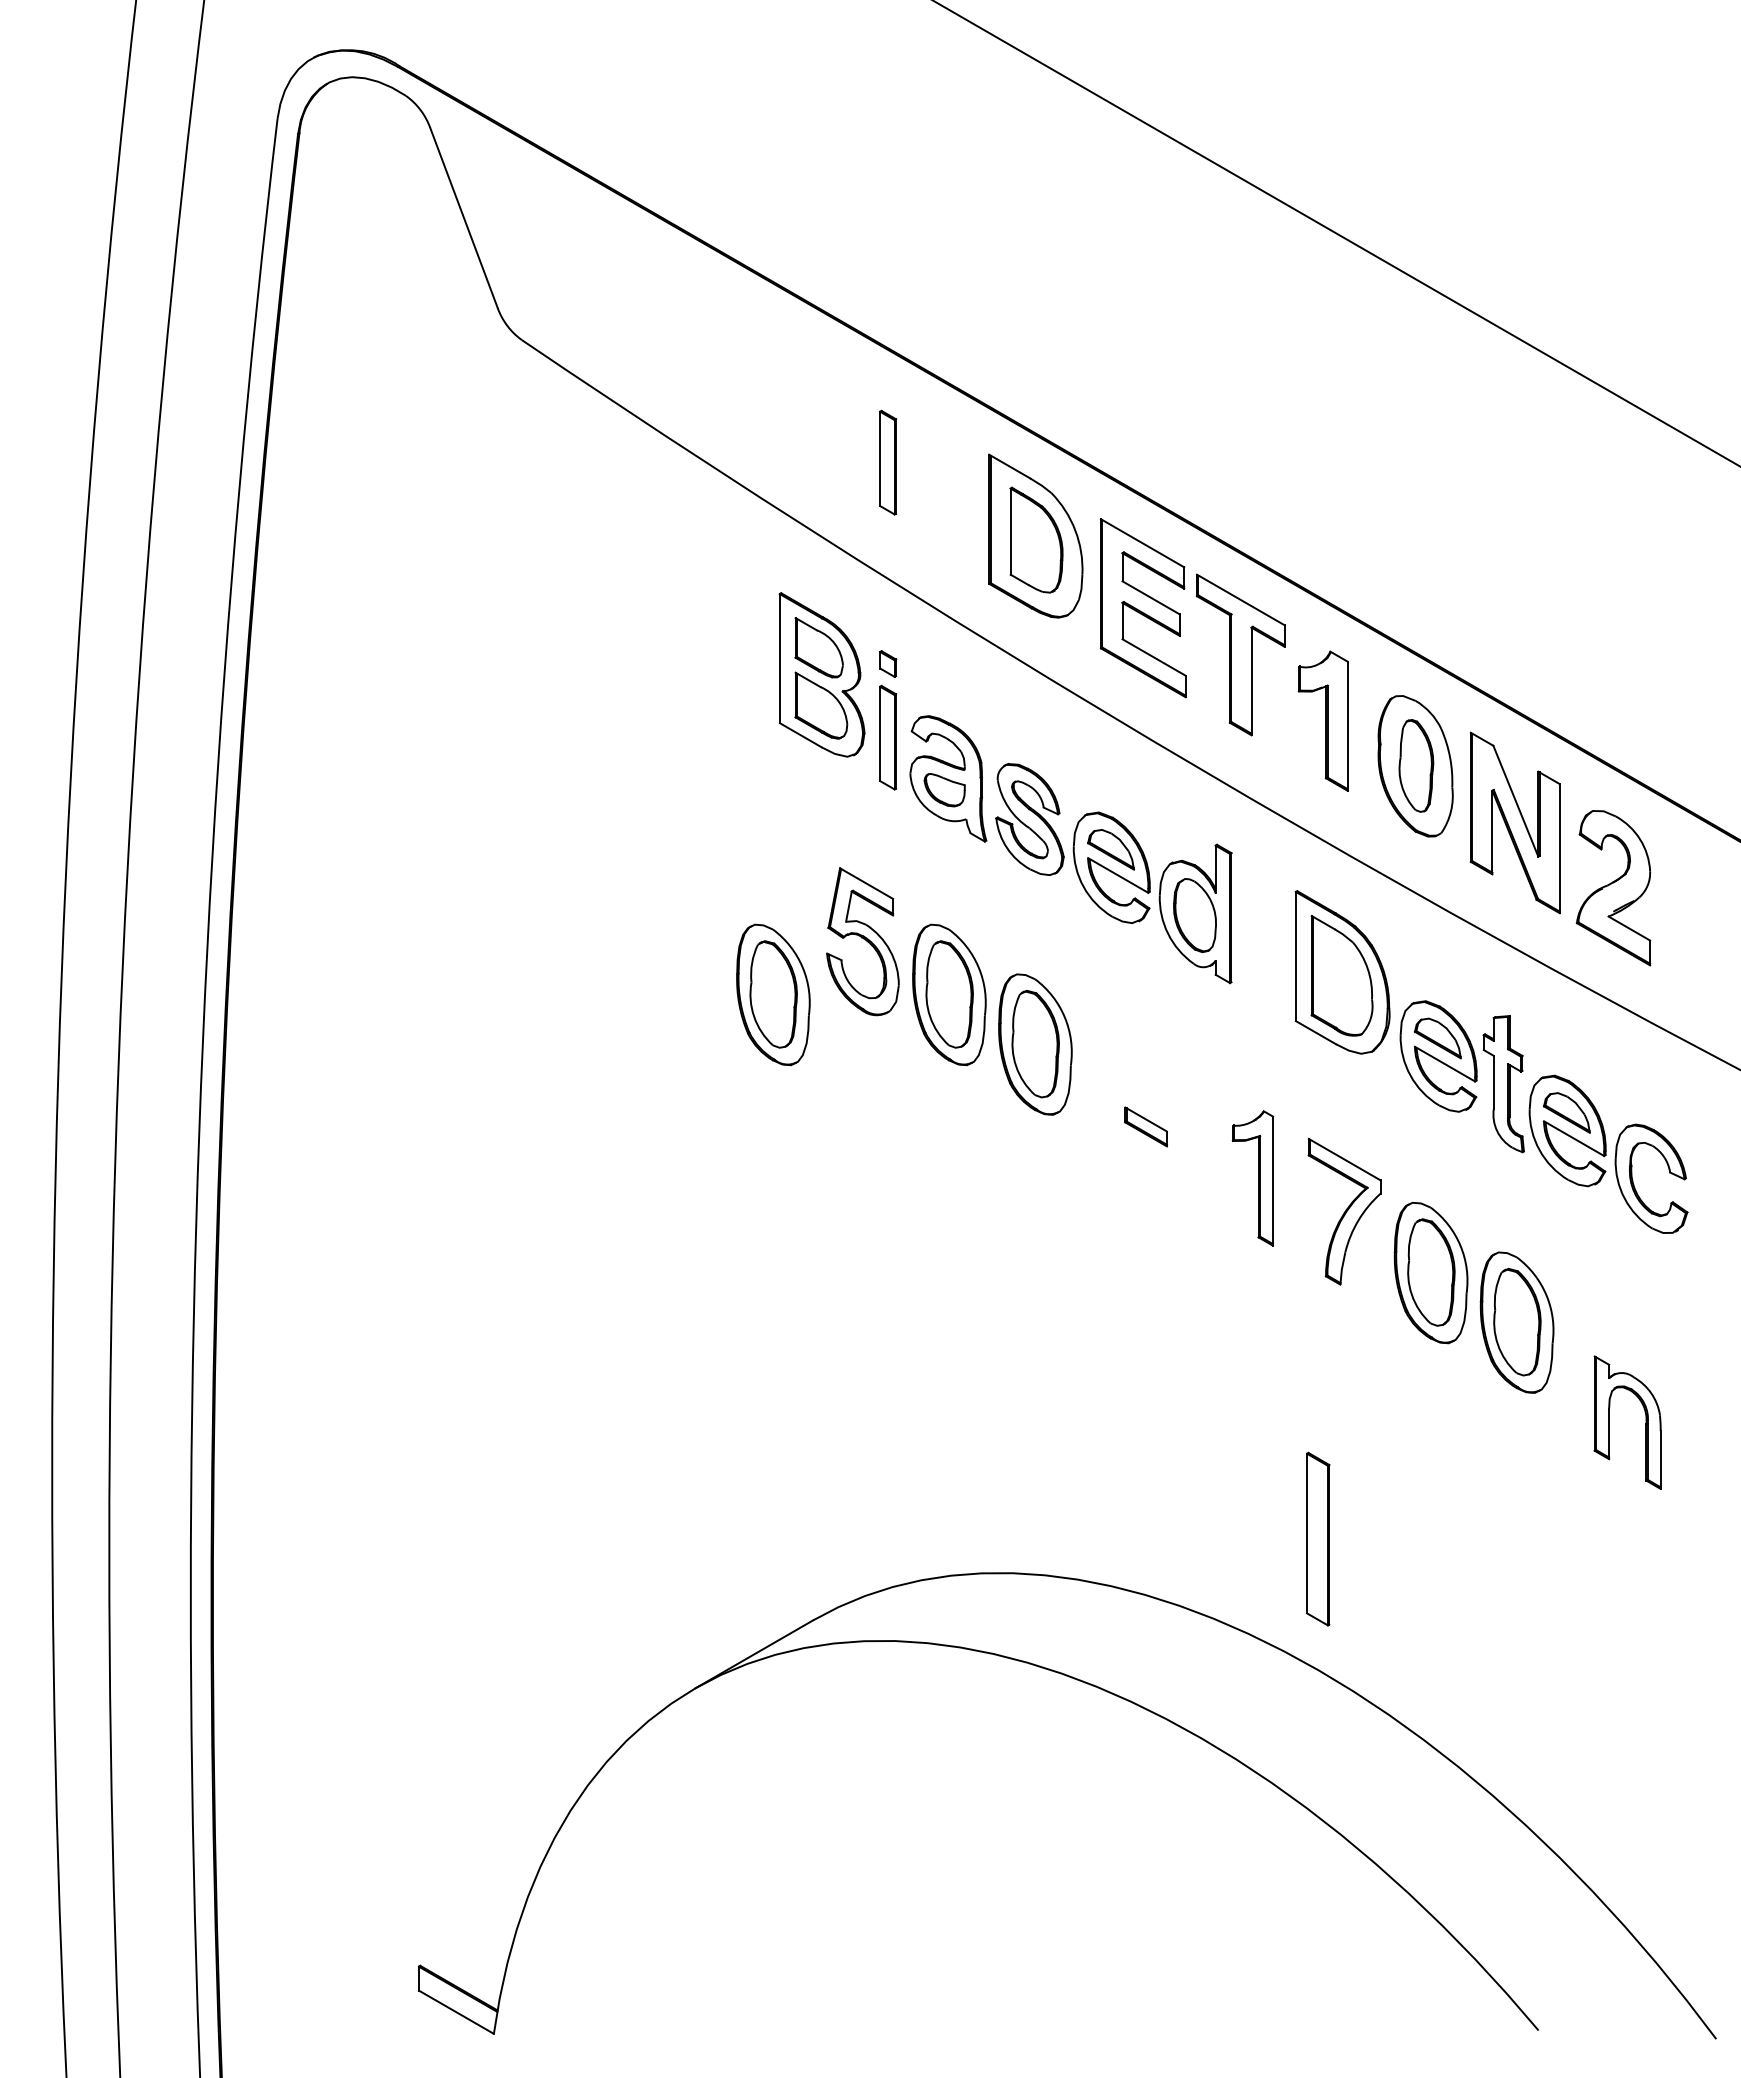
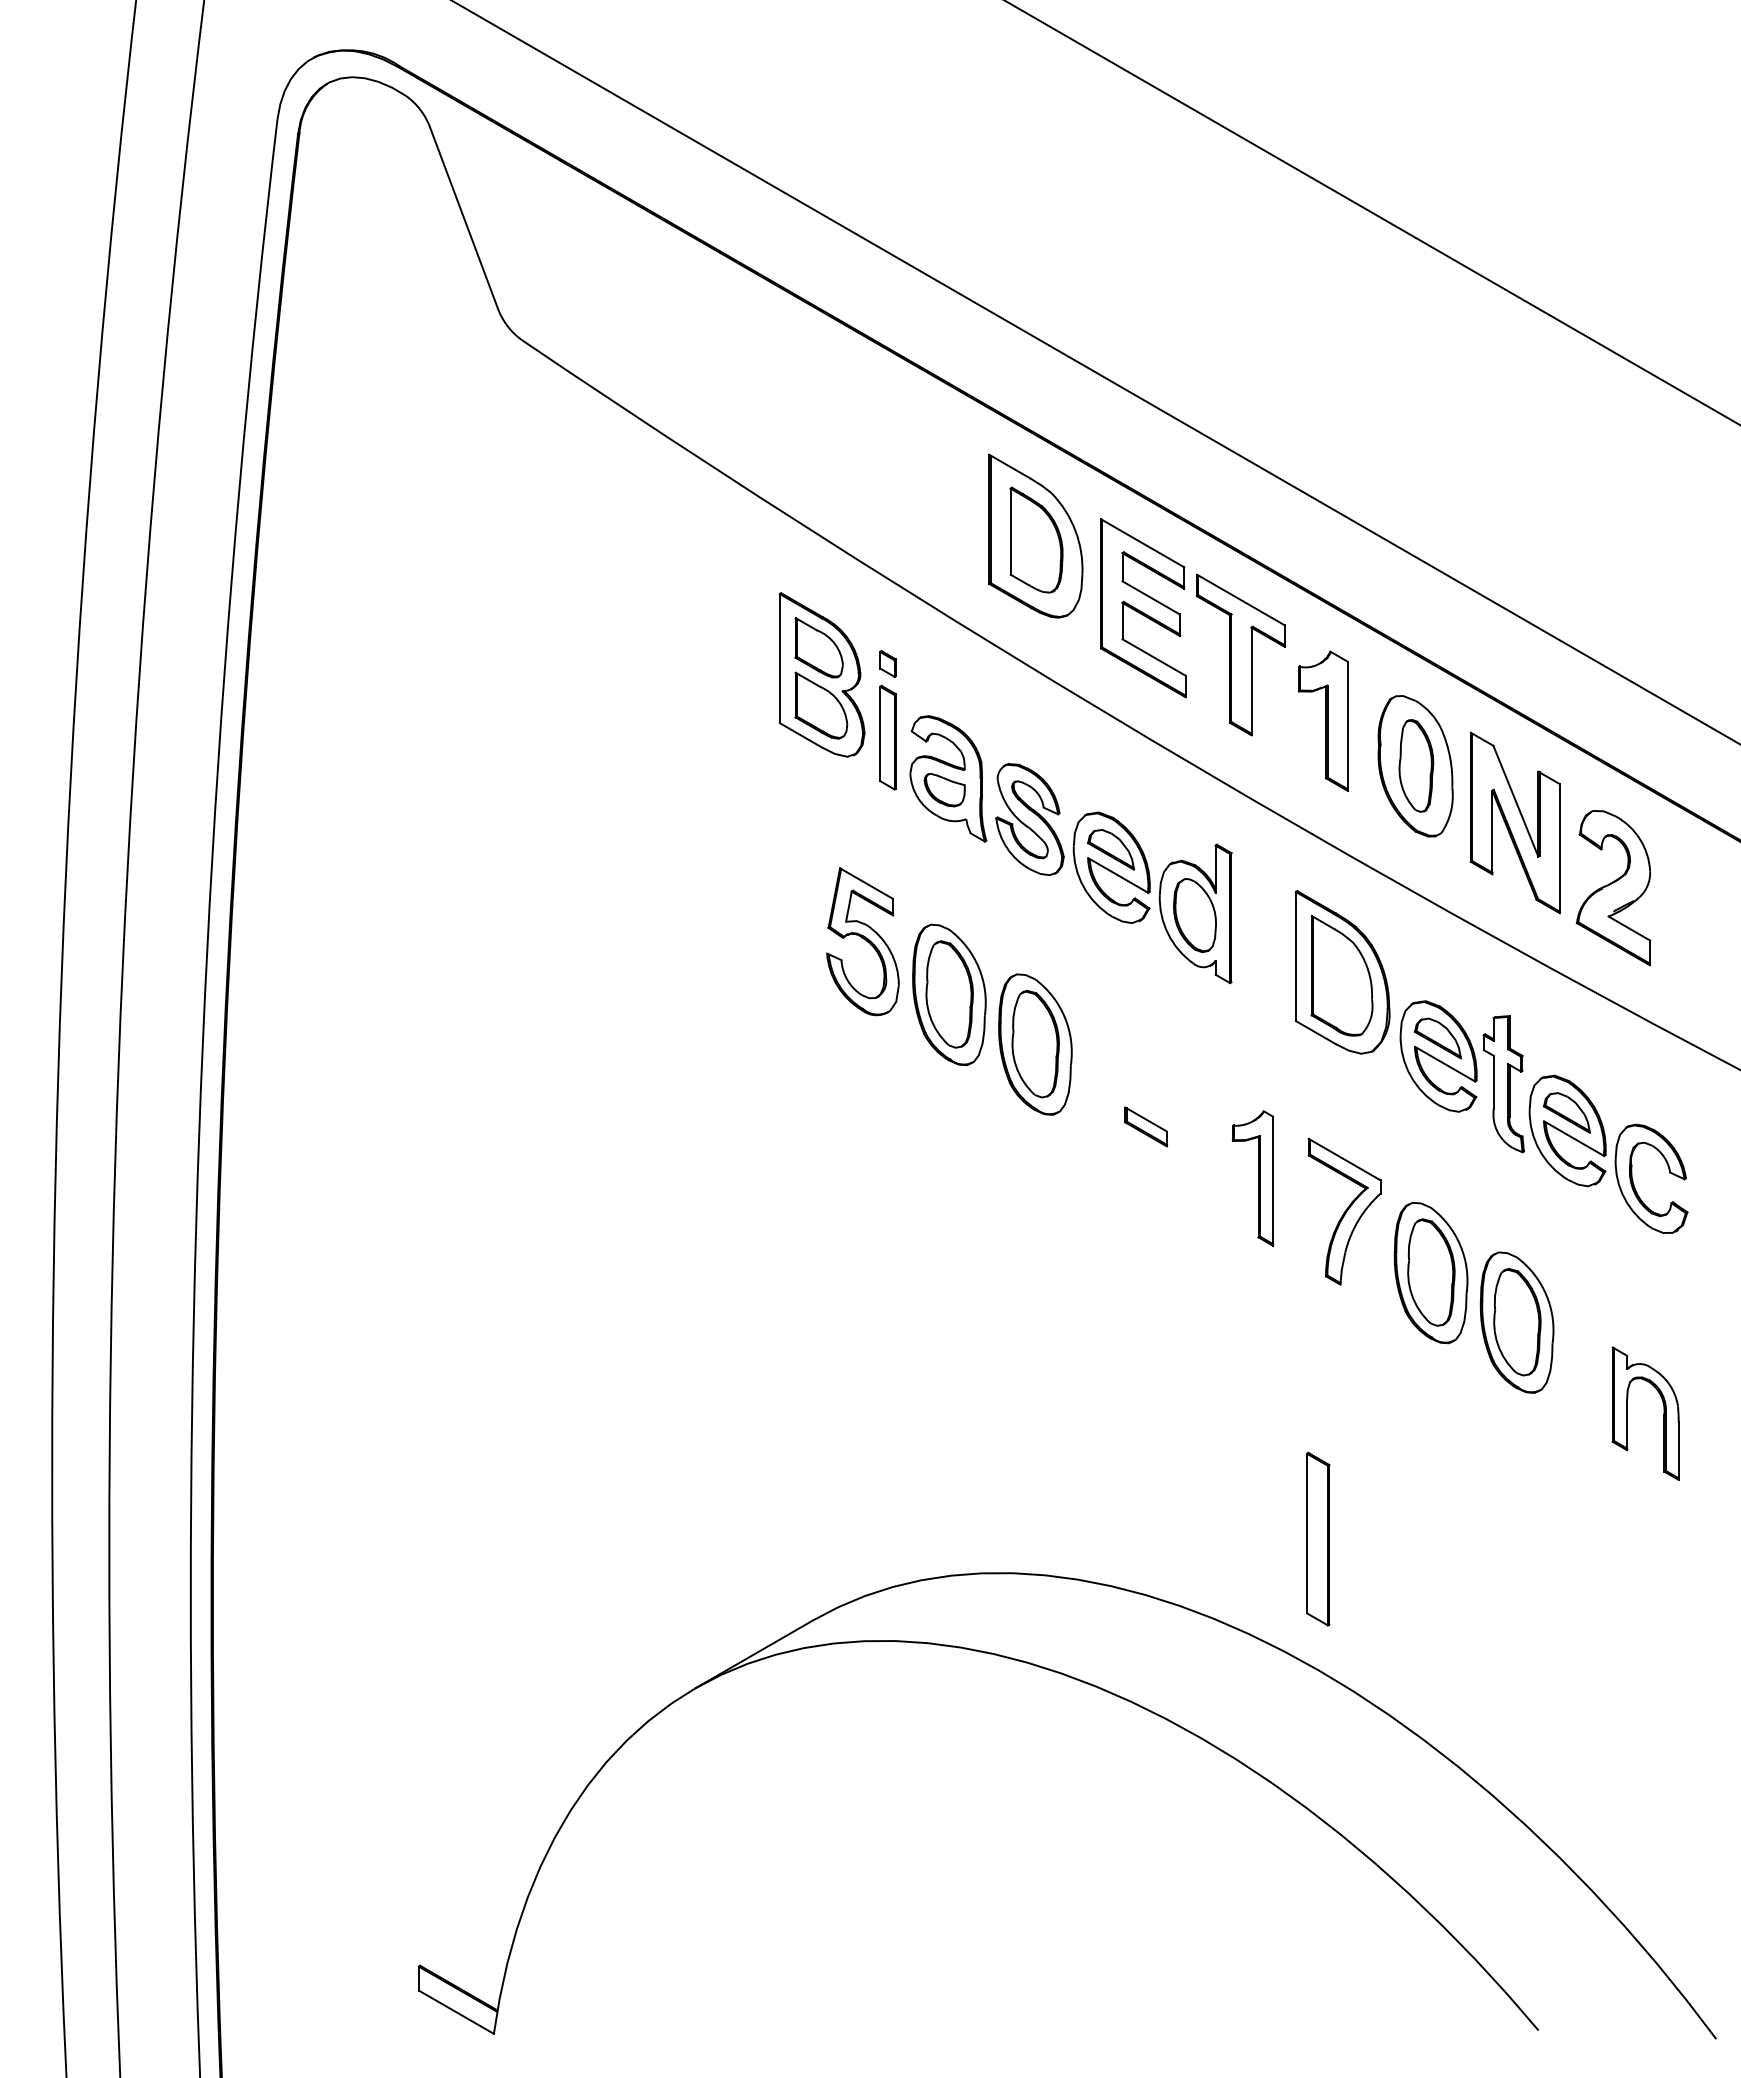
line at (1336, 233) position: (1336, 233) -> (1372, 212)
line at (1095, 372): none -> present
part at (888, 462): present -> none
part at (773, 994): present -> none
part at (1609, 1422) position: (1609, 1422) -> (1627, 1413)
